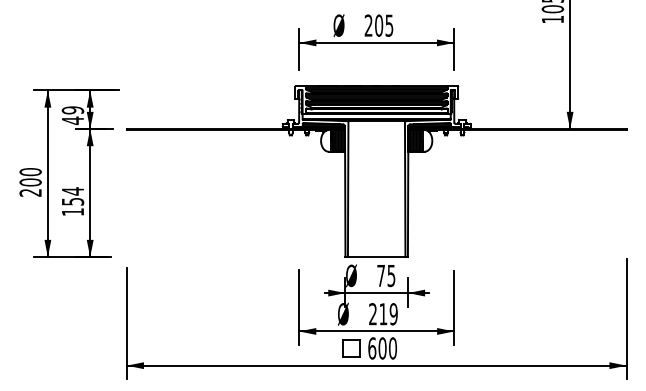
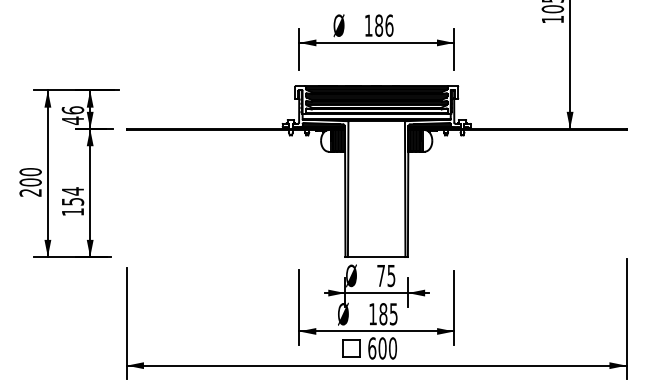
text at (378, 25): 205 -> 186
text at (72, 110): 49 -> 46
text at (383, 314): 219 -> 185
